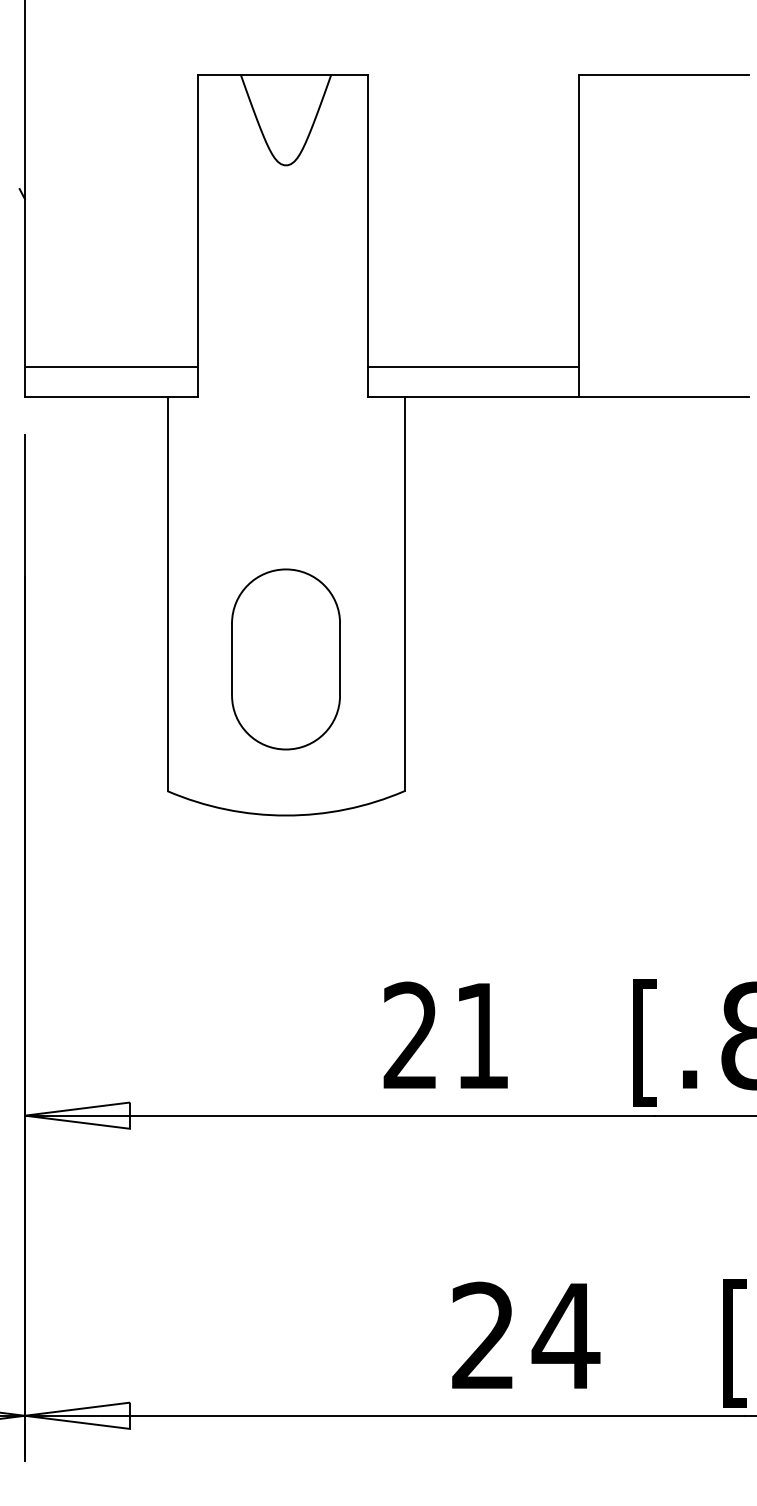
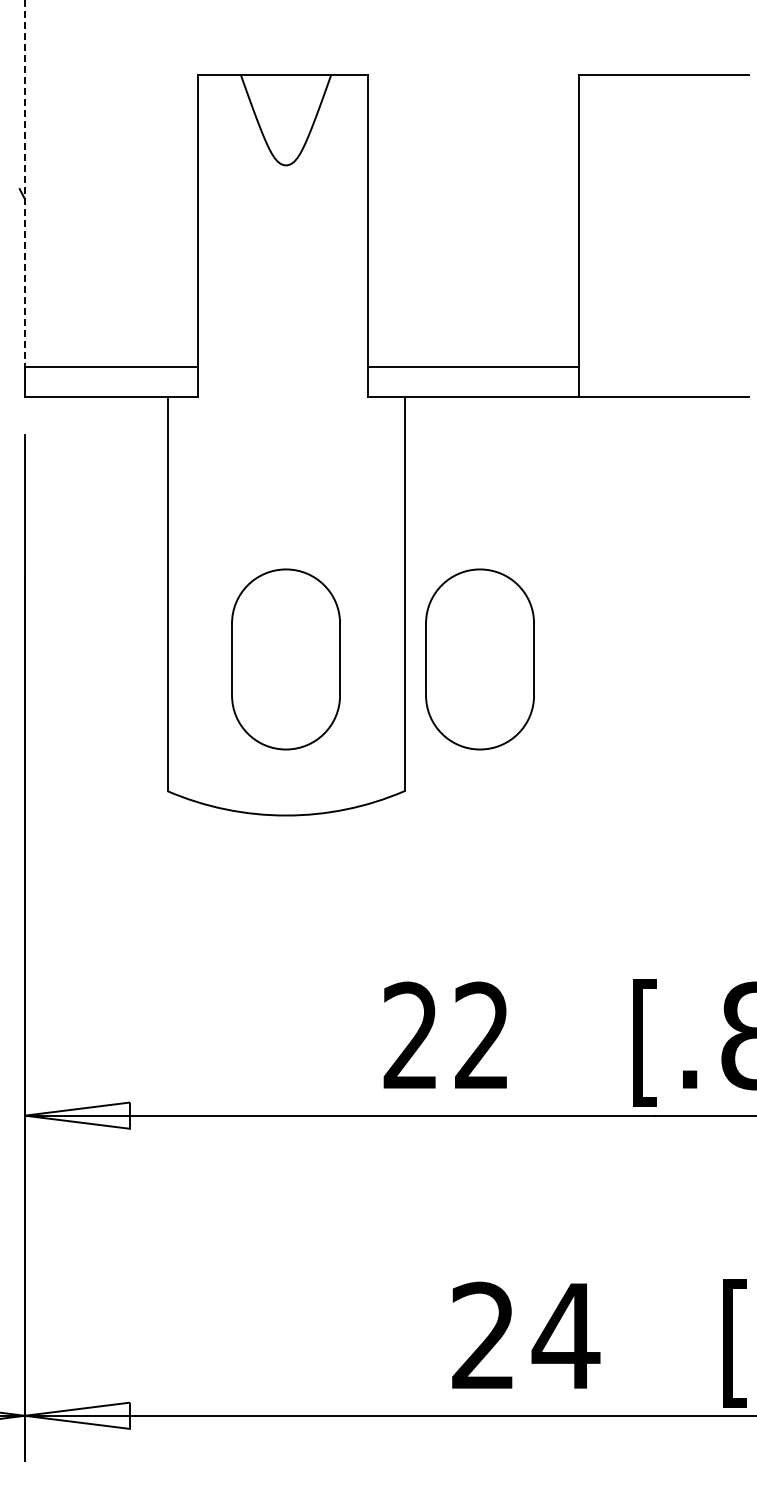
line at (24, 184): solid -> dashed
part at (479, 659): none -> present
text at (481, 1034): 21 -> 22
